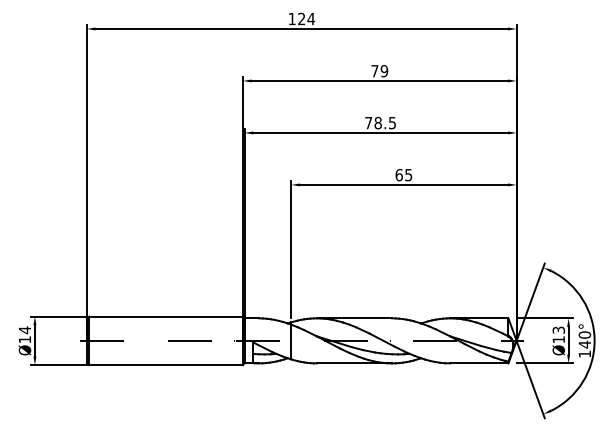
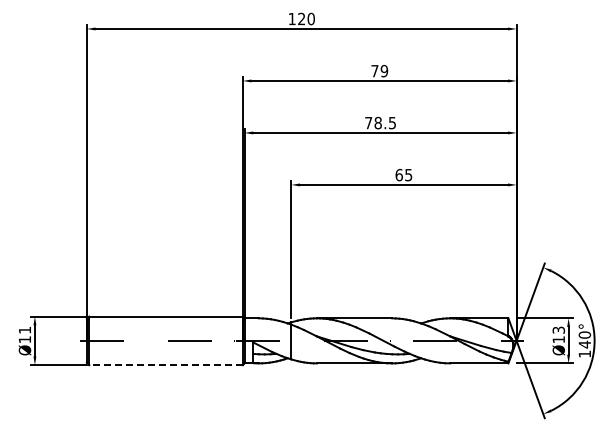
text at (311, 18): 124 -> 120
text at (24, 330): Ø14 -> Ø11
line at (166, 365): solid -> dashed
